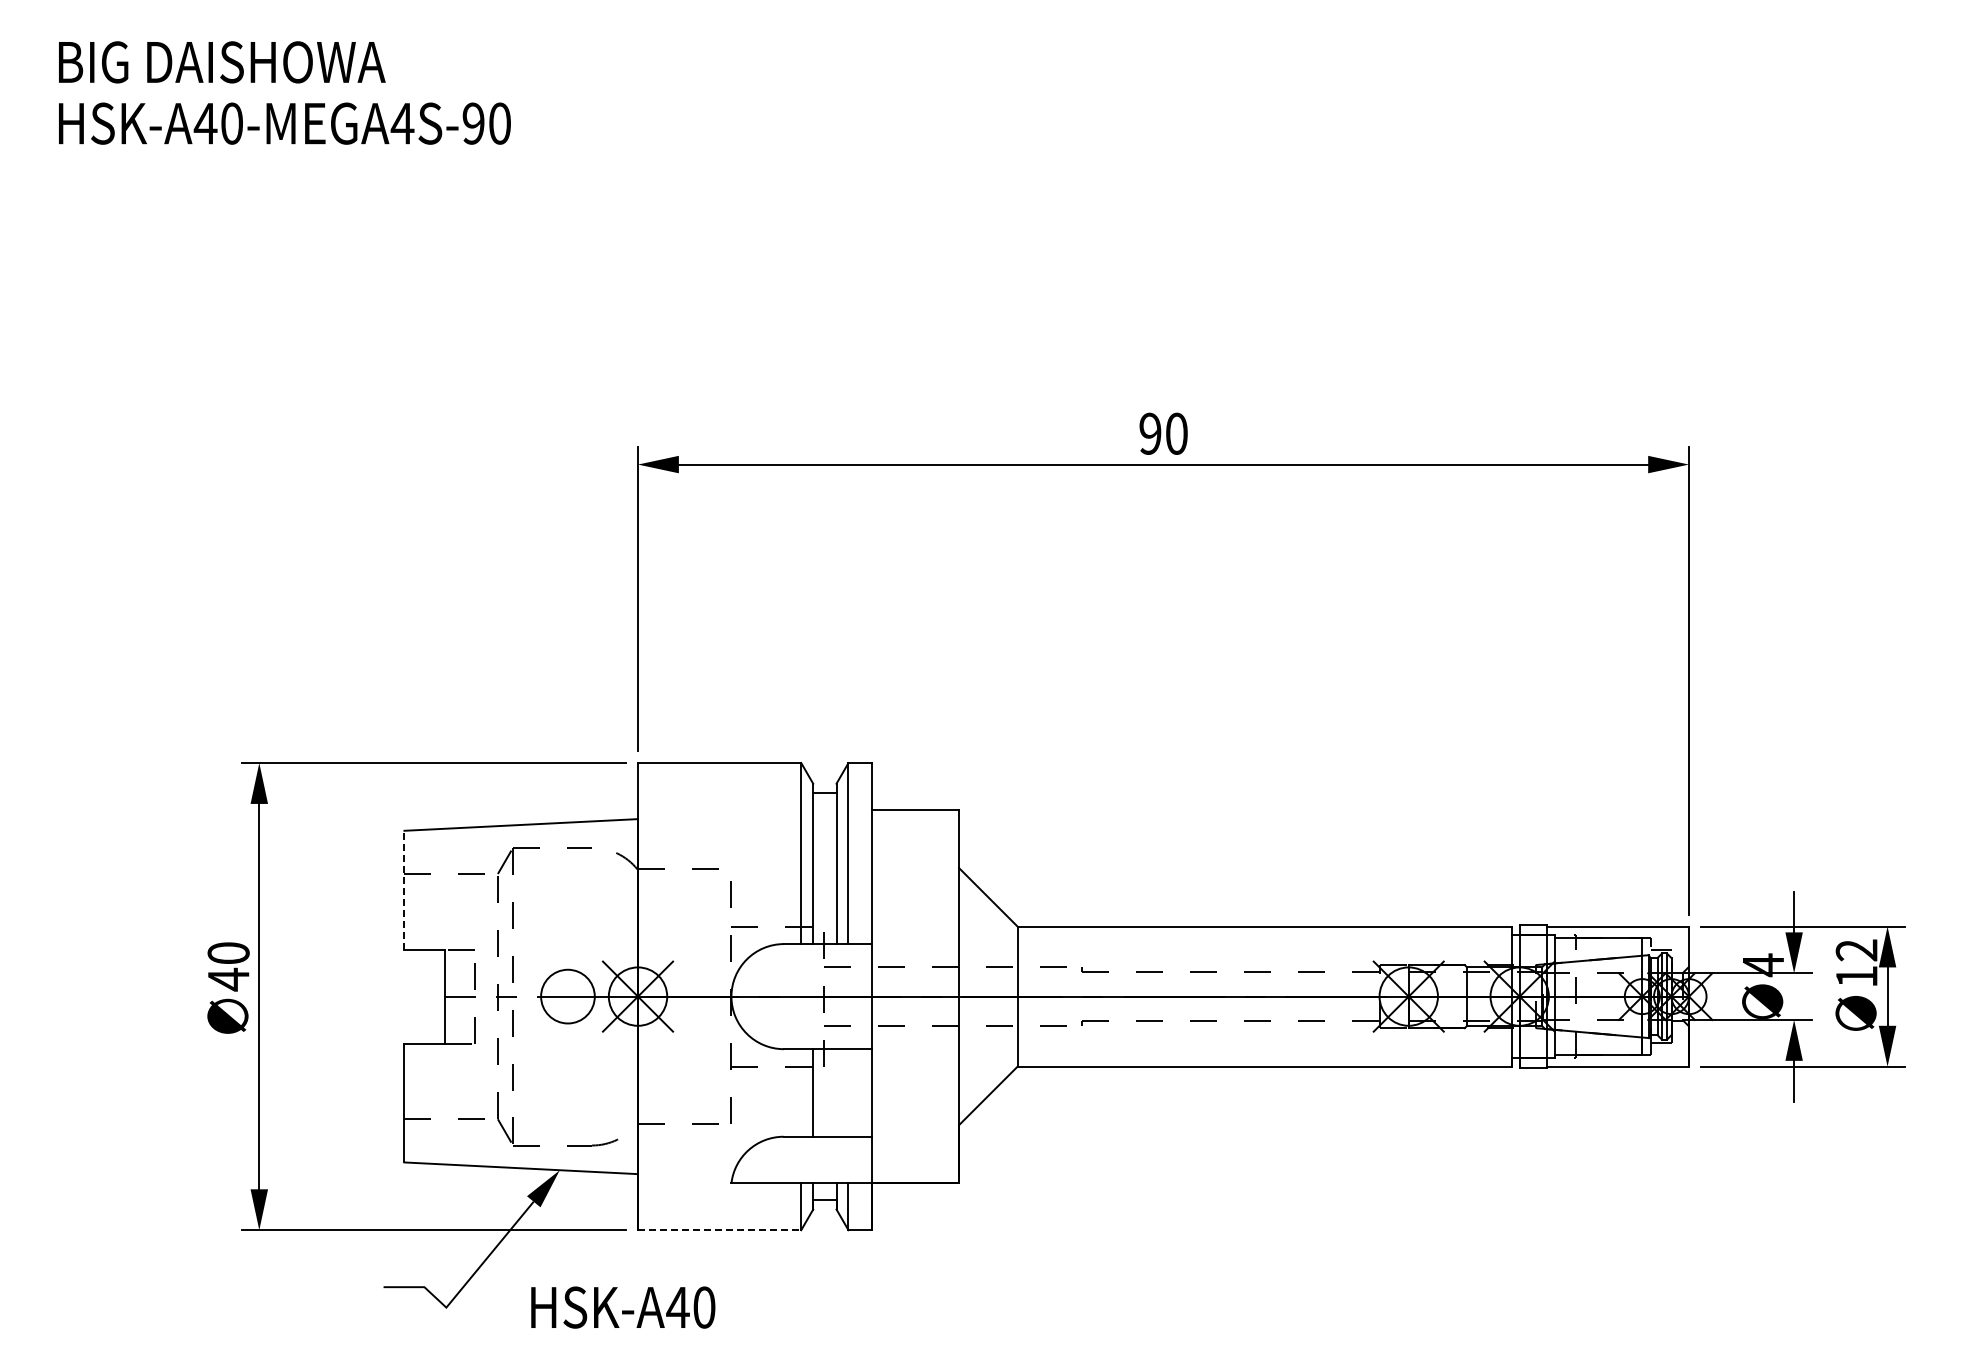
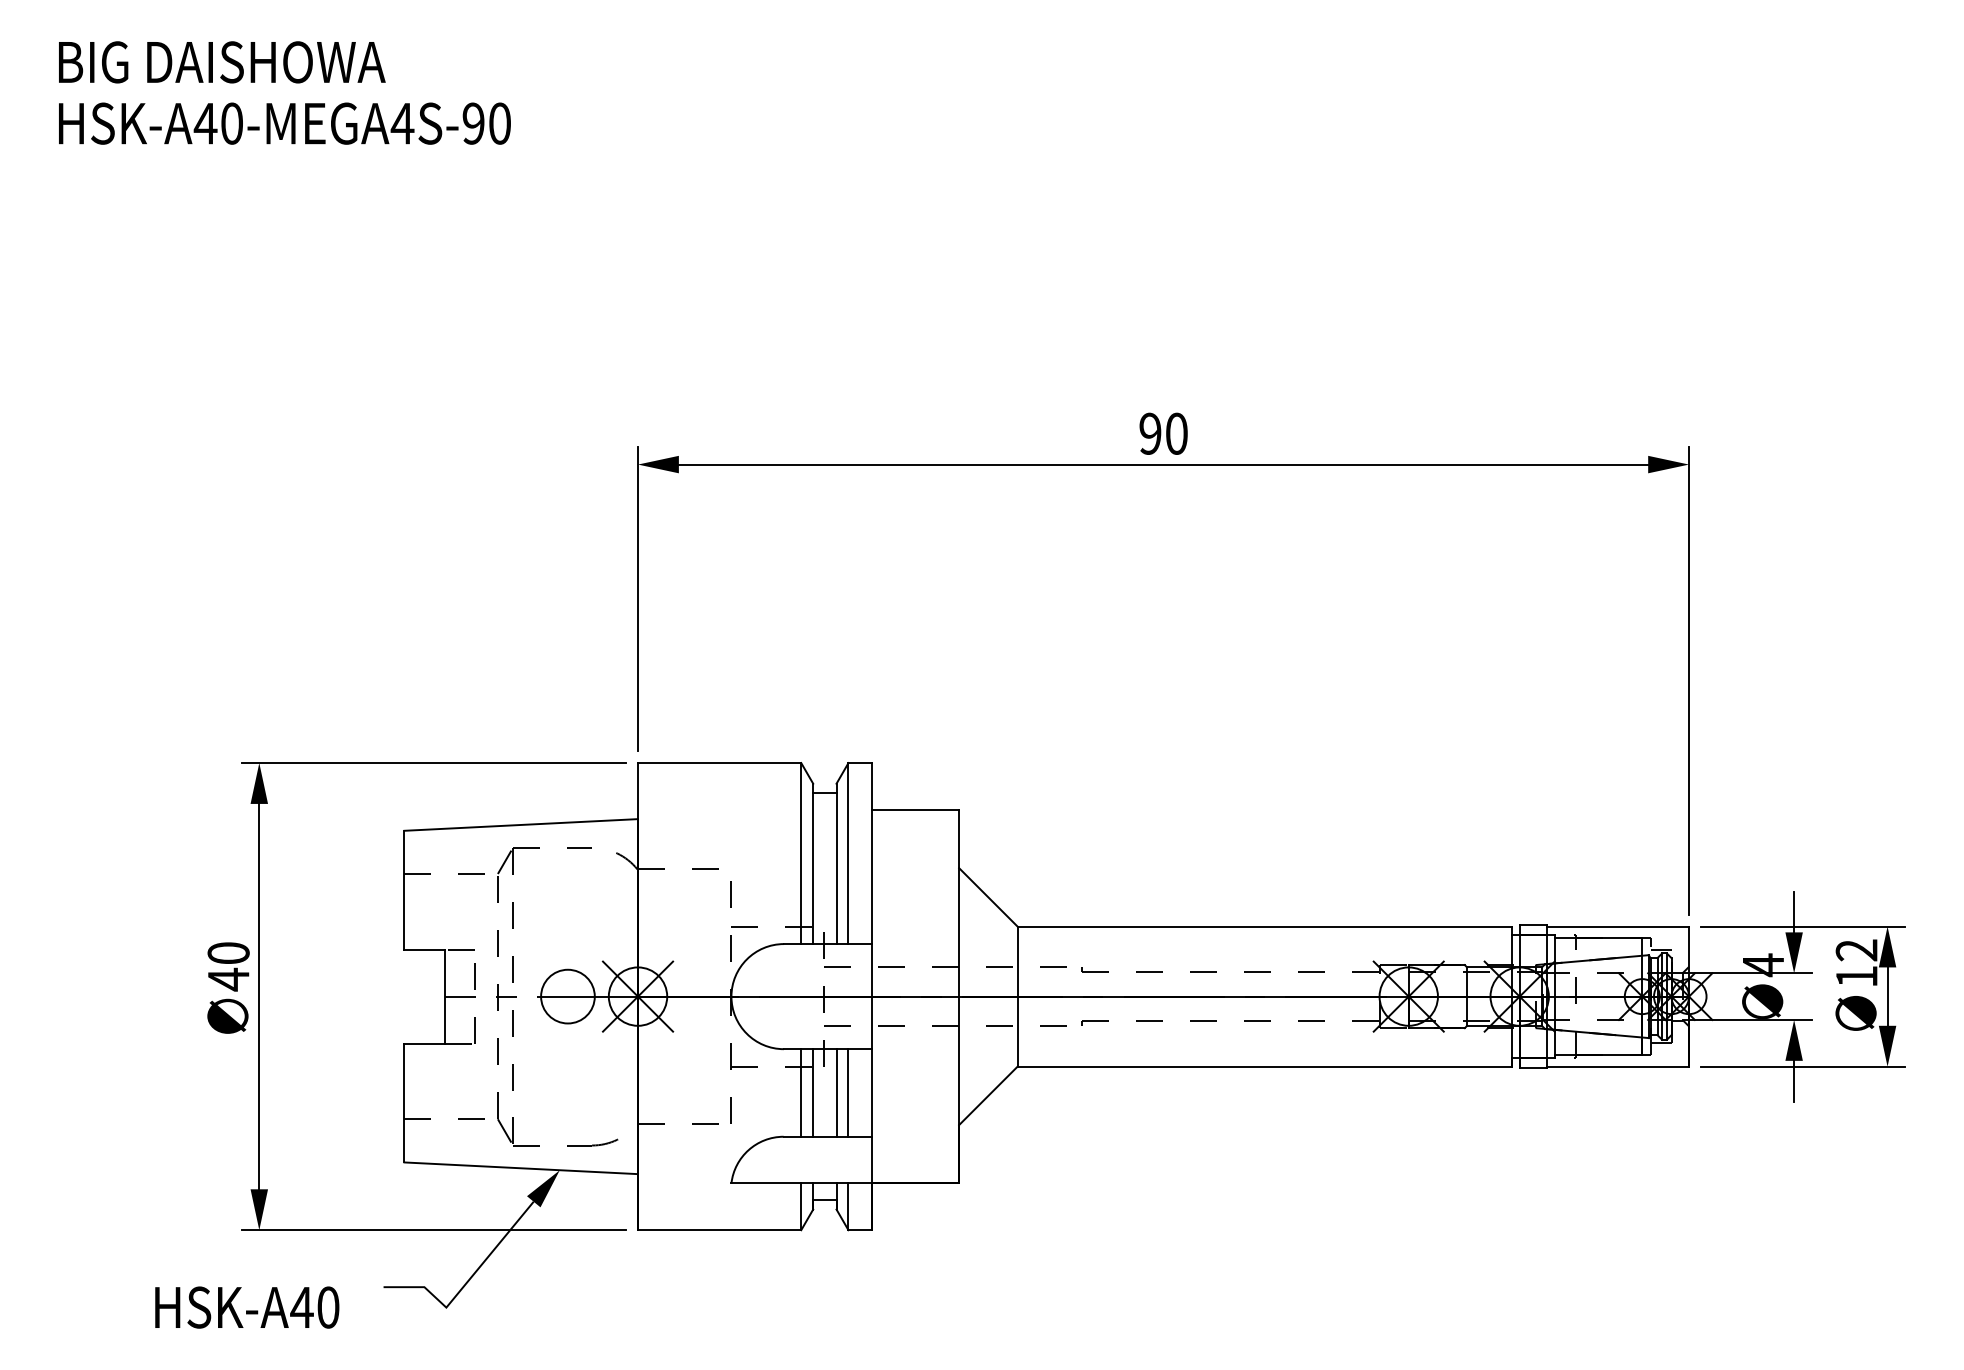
line at (404, 889): dashed -> solid
line at (801, 1092): none -> present
line at (836, 1092): none -> present
line at (848, 1092): none -> present
line at (719, 1230): dashed -> solid
text at (623, 1307) position: (623, 1307) -> (247, 1307)
